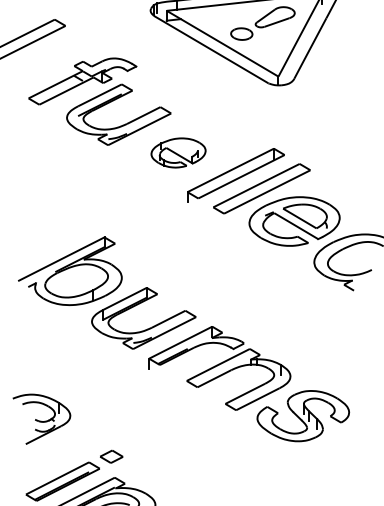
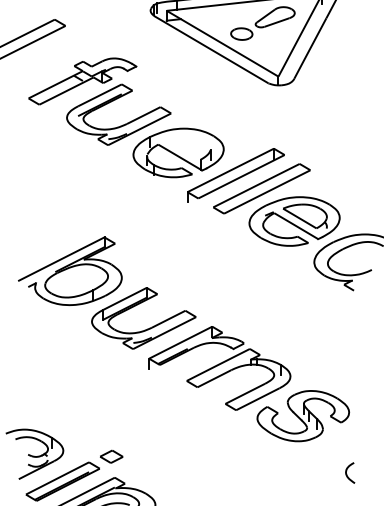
part at (178, 152) size: 57x32 px -> 93x52 px
part at (41, 418) position: (41, 418) -> (34, 453)
curve at (347, 470): none -> present
